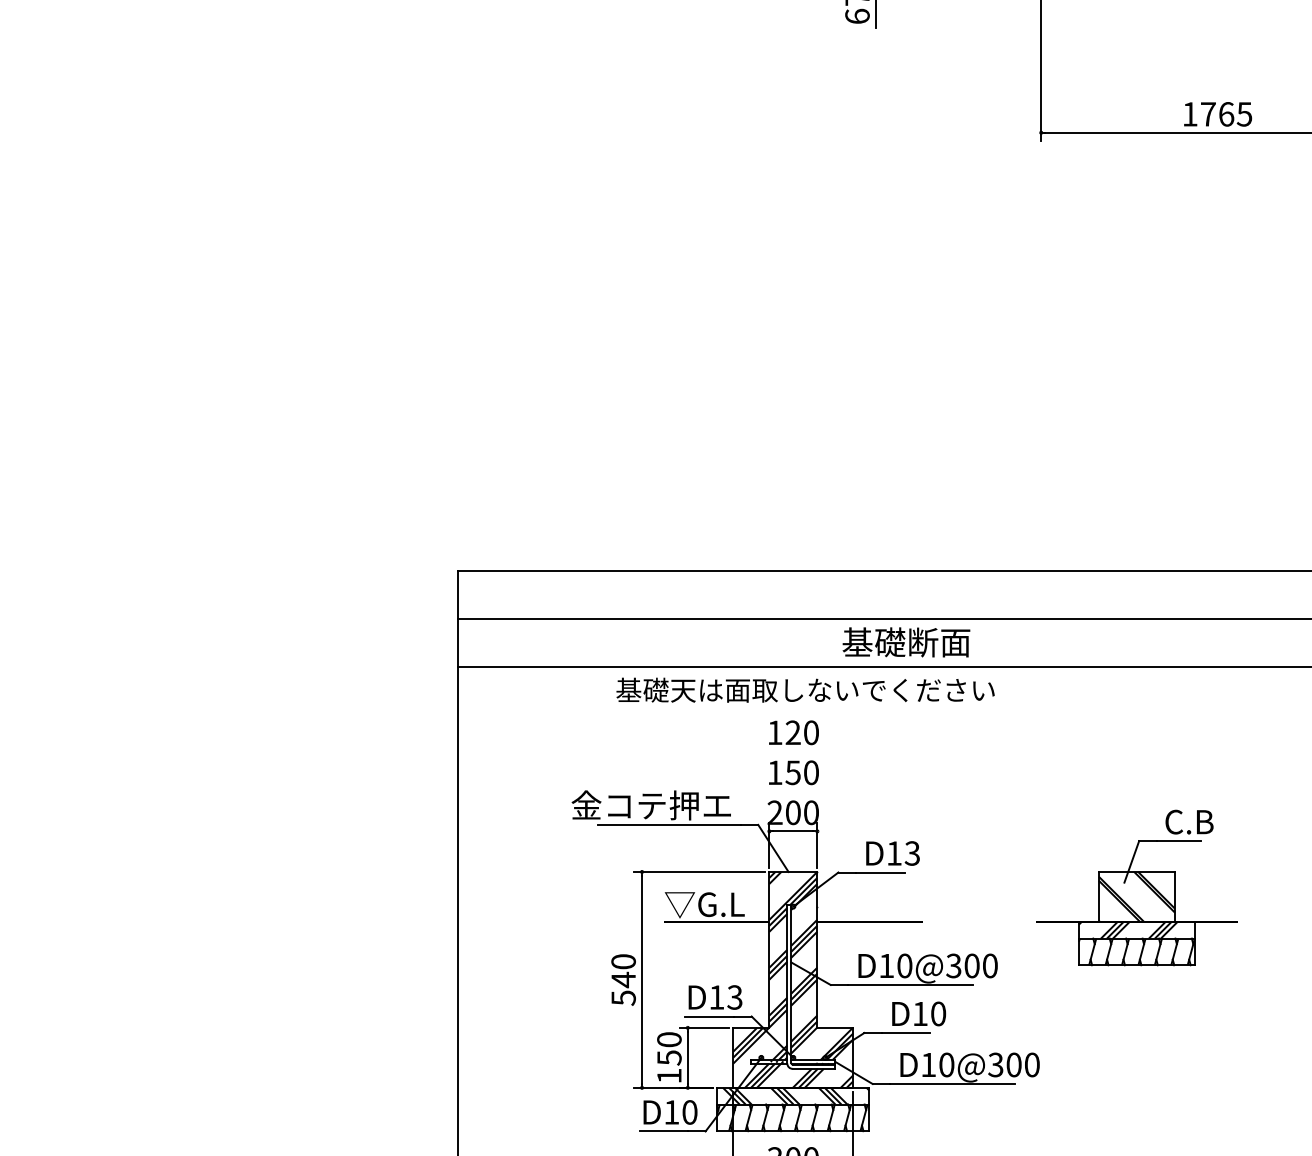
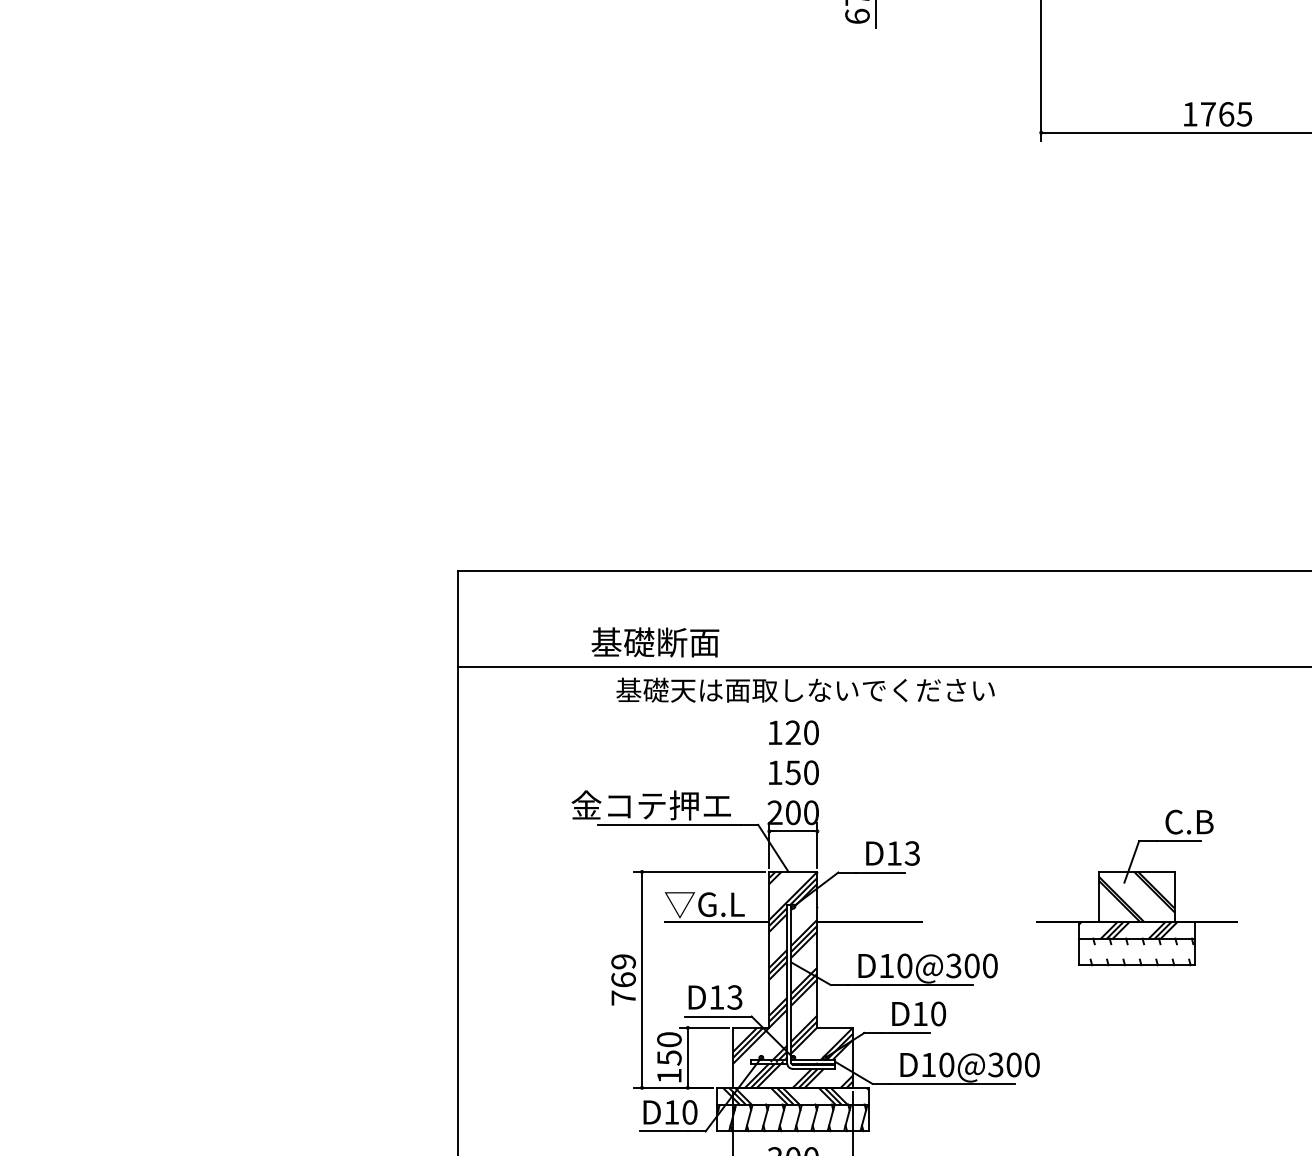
line at (882, 618): present -> none
text at (906, 642) position: (906, 642) -> (655, 642)
hatch at (1136, 951): present -> none
text at (623, 979): 540 -> 769
